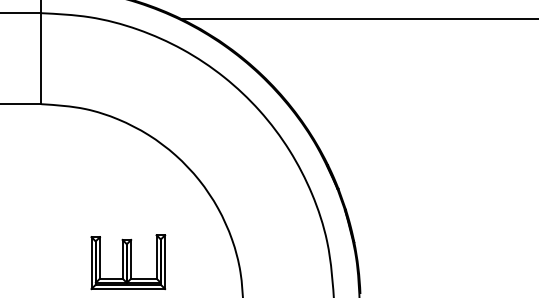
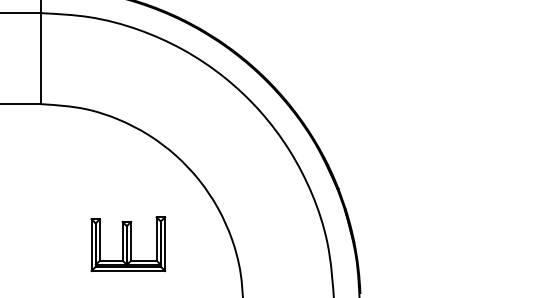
line at (358, 19): present -> none
part at (128, 262) position: (128, 262) -> (128, 244)
